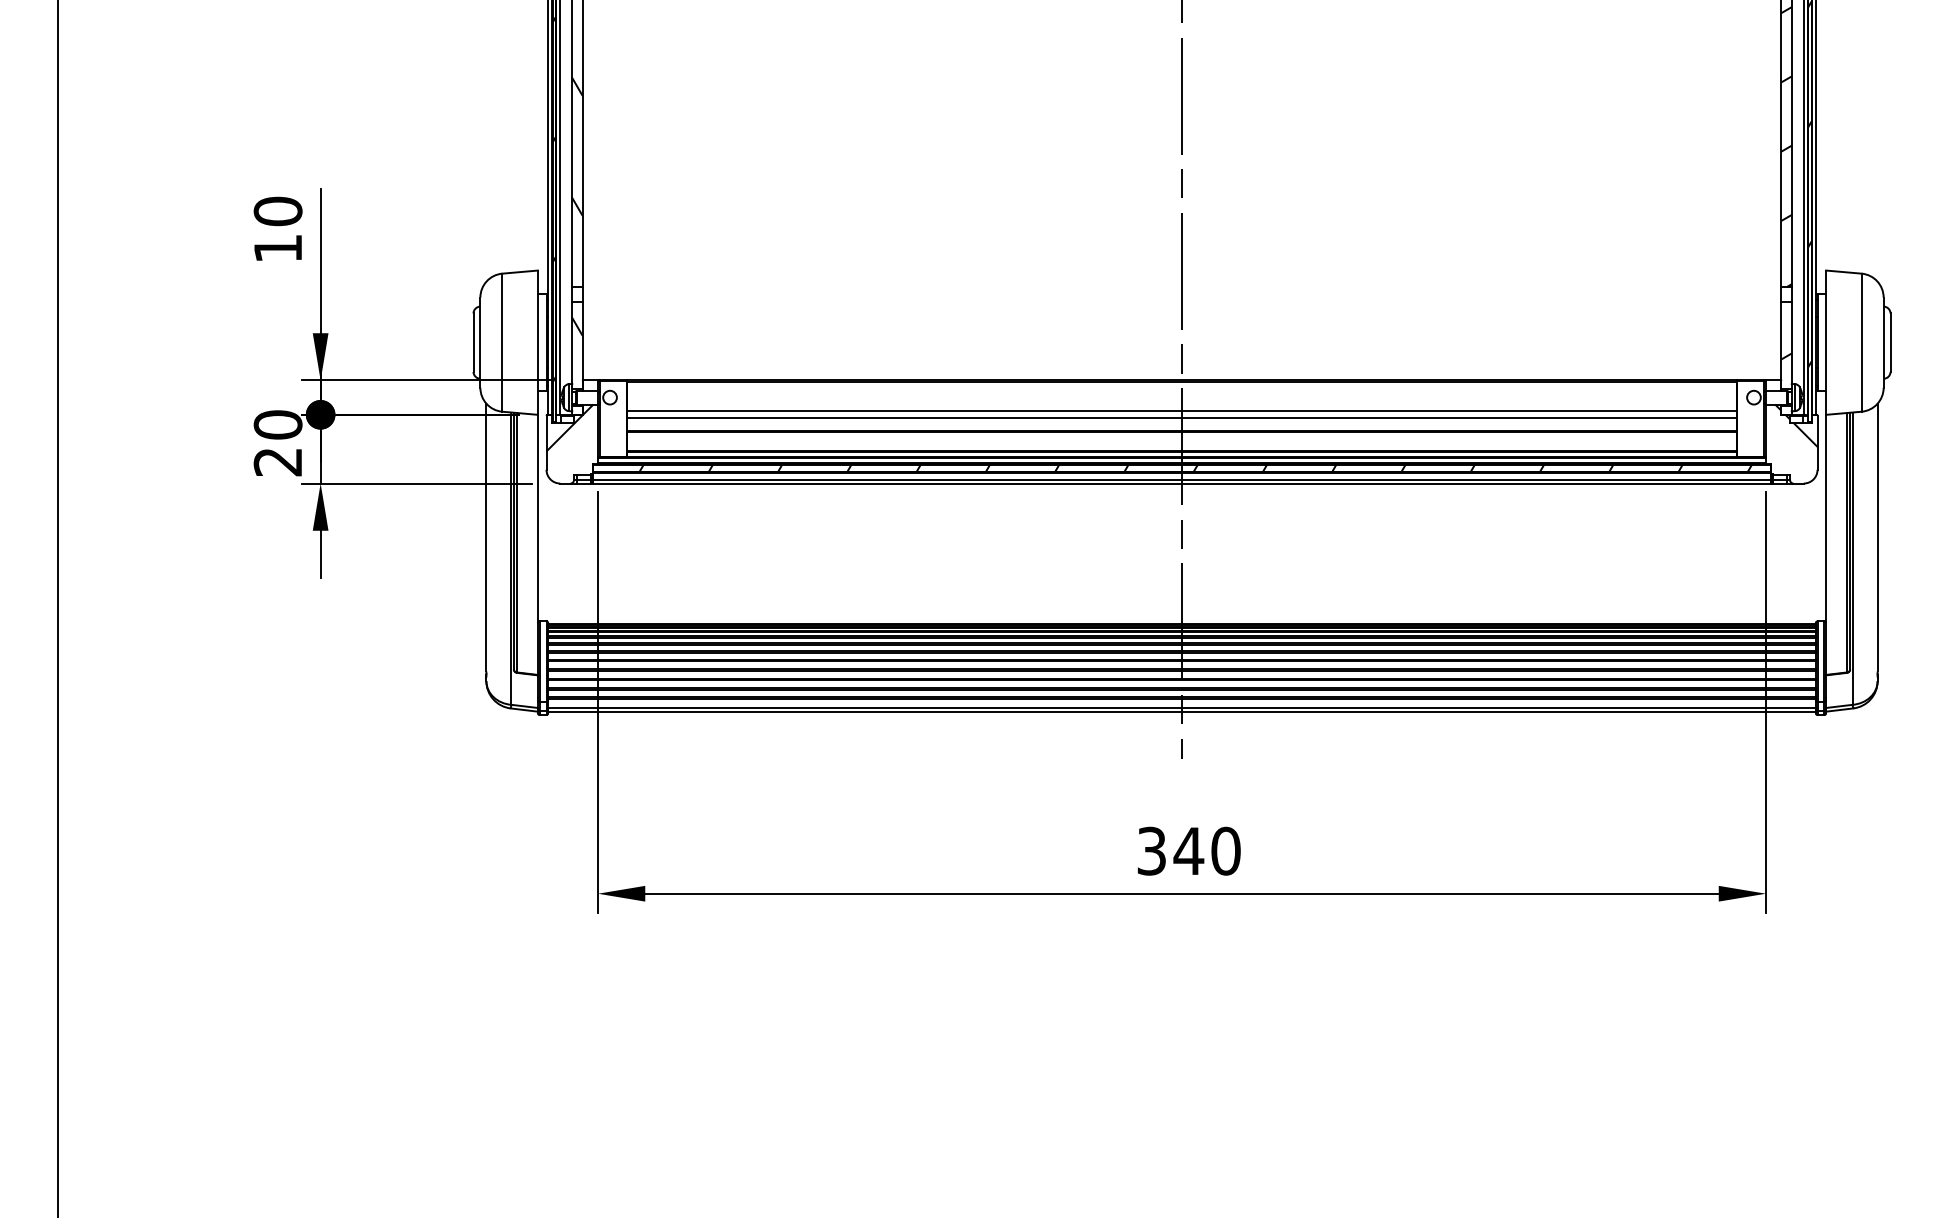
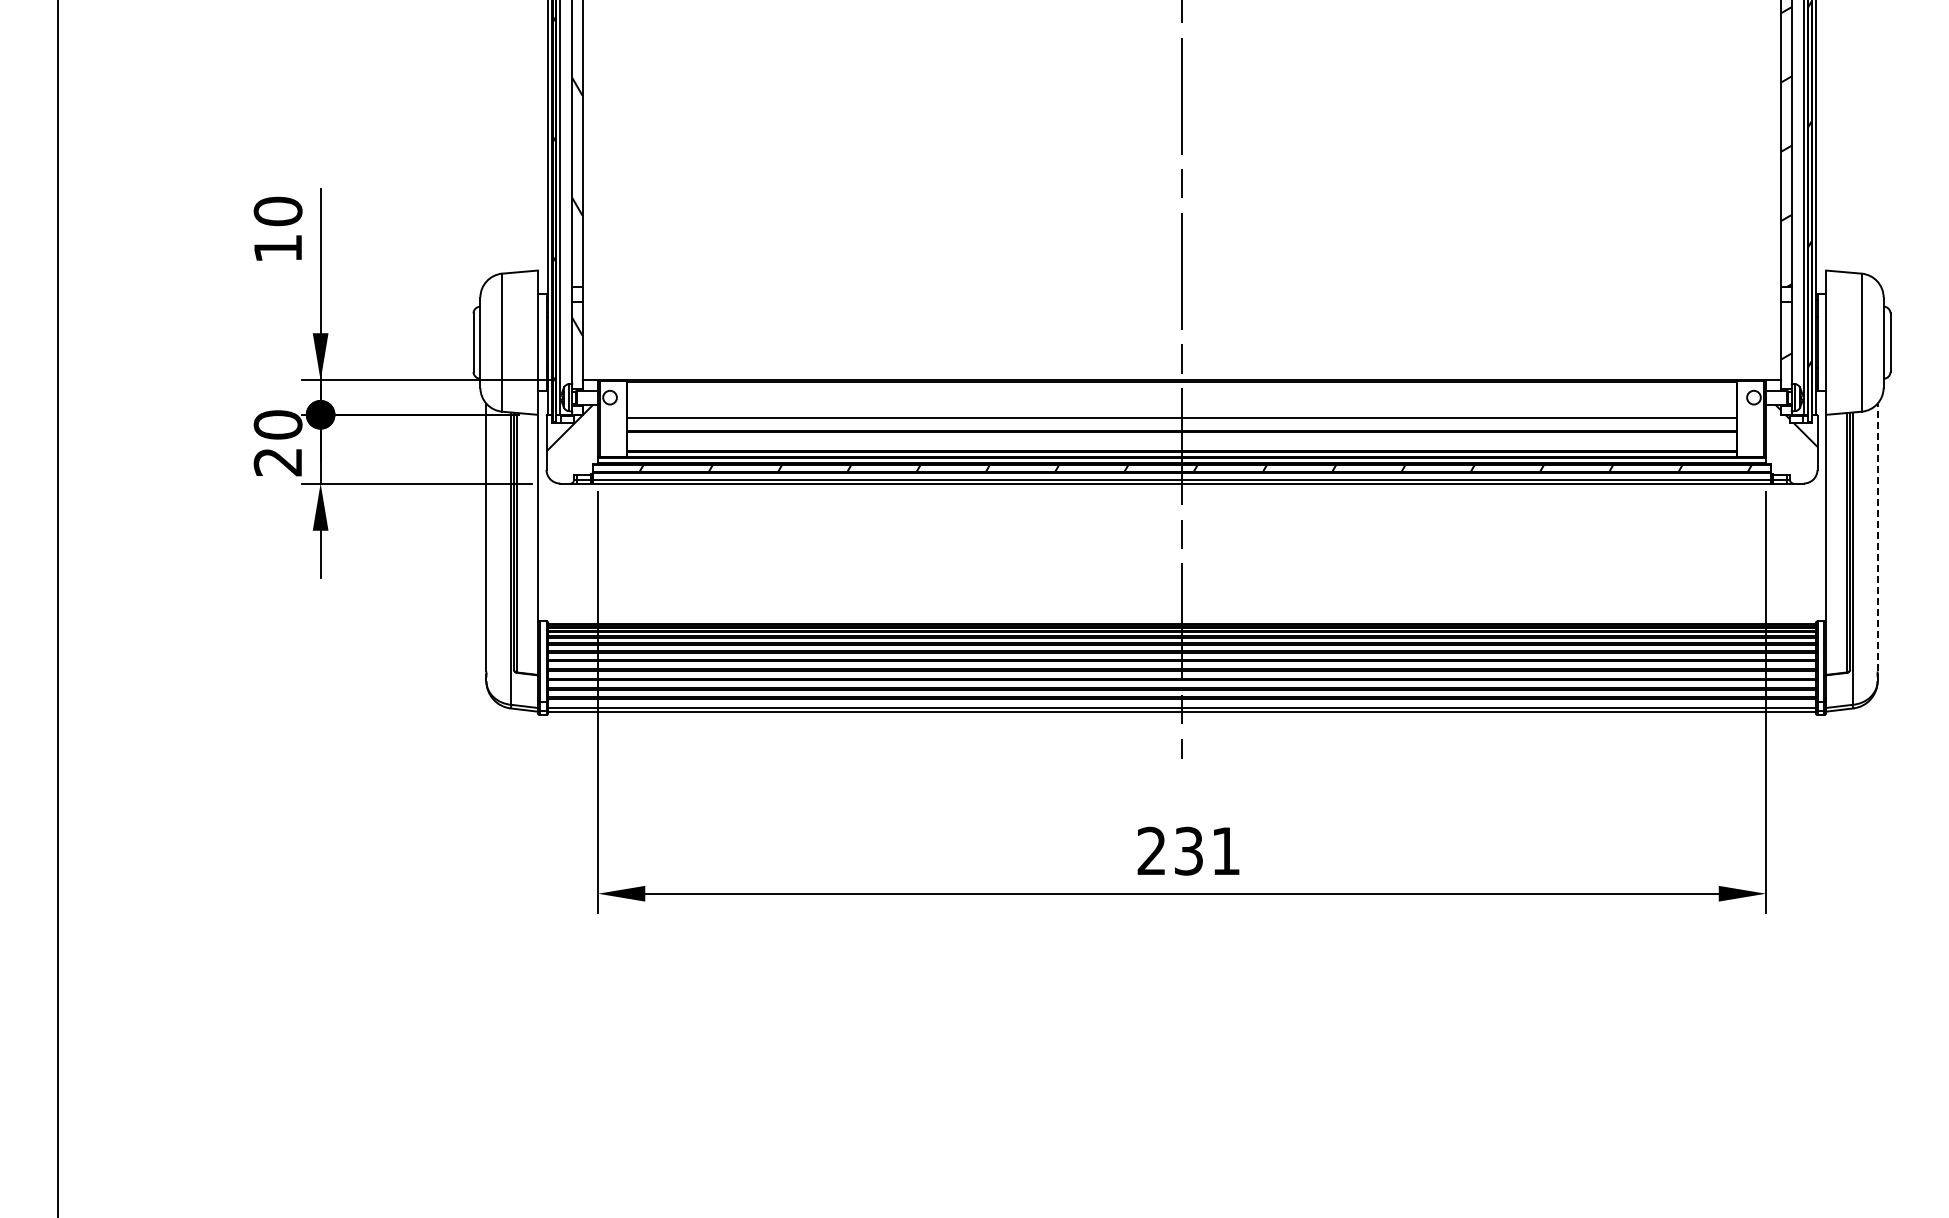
line at (1181, 411): present -> none
line at (1877, 537): solid -> dashed
text at (1188, 850): 340 -> 231
